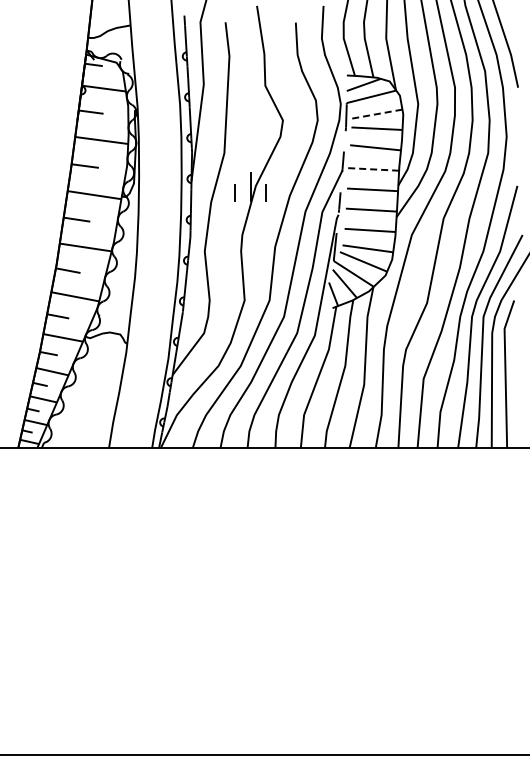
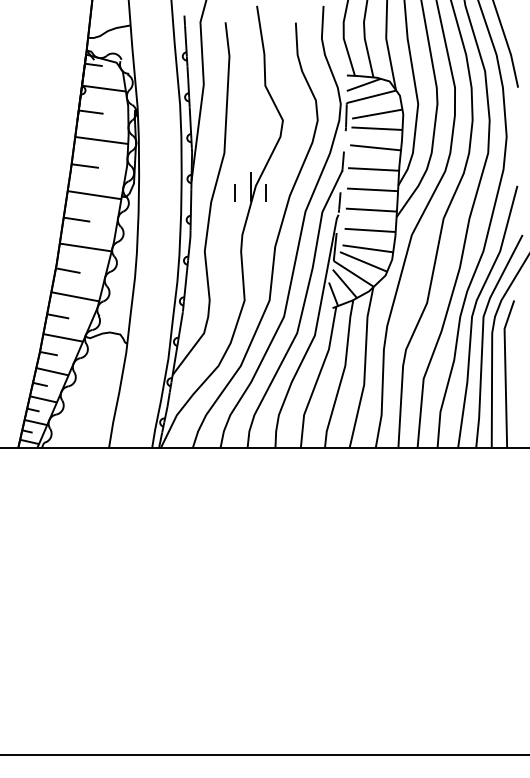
line at (377, 114): dashed -> solid
line at (373, 169): dashed -> solid
